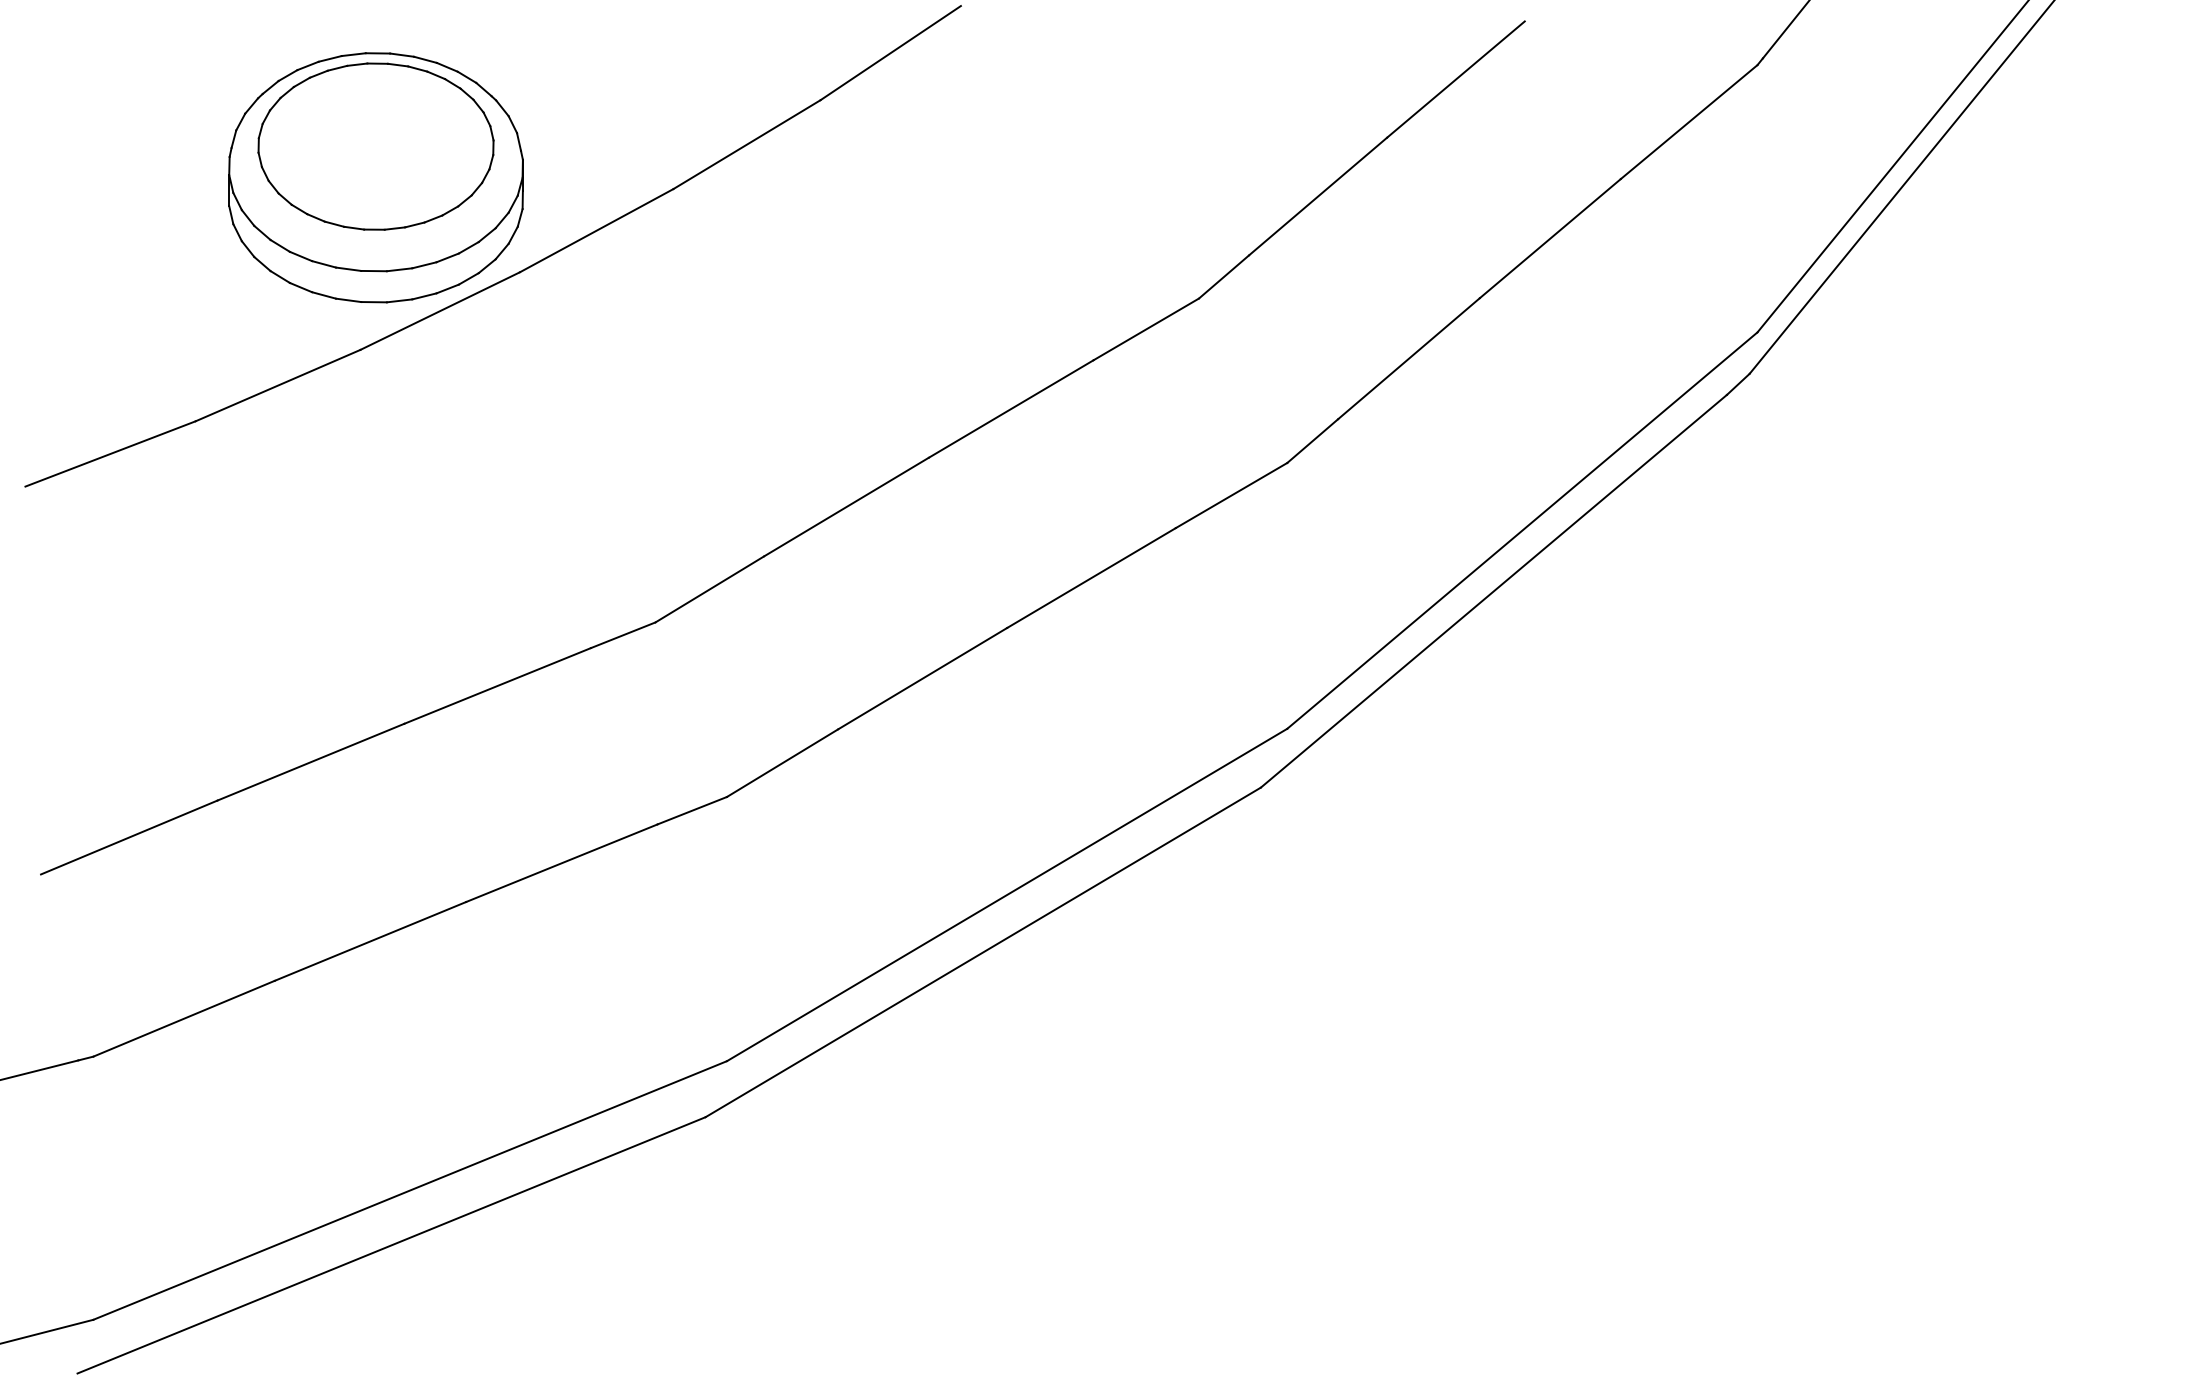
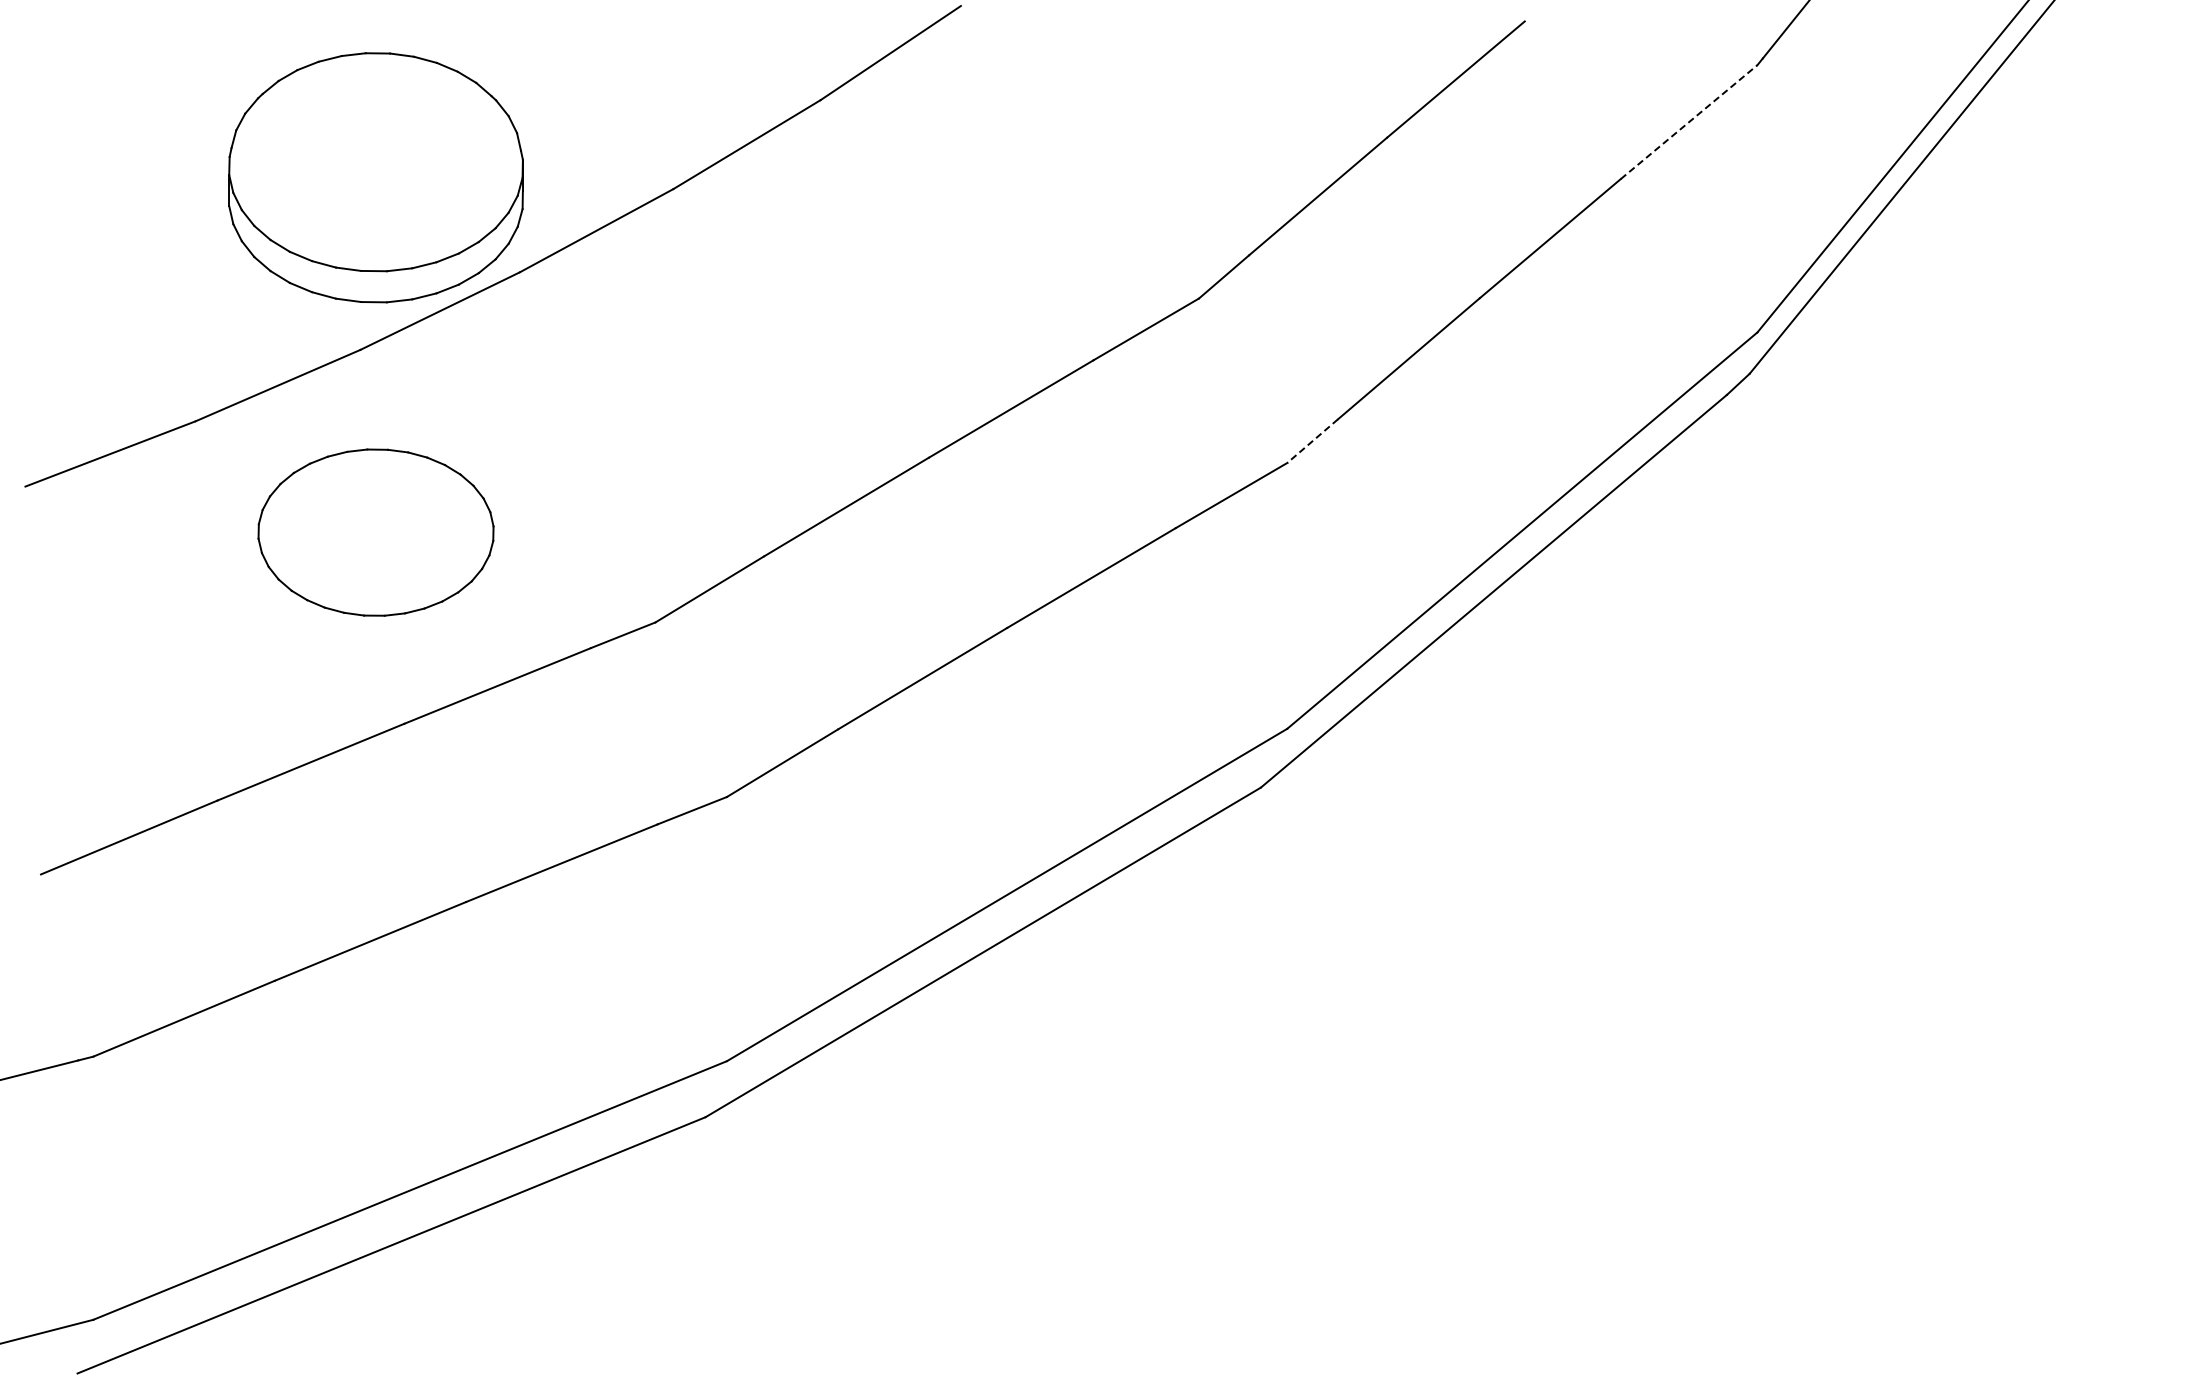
line at (1689, 122): solid -> dashed
part at (375, 146) position: (375, 146) -> (375, 532)
line at (1312, 441): solid -> dashed
